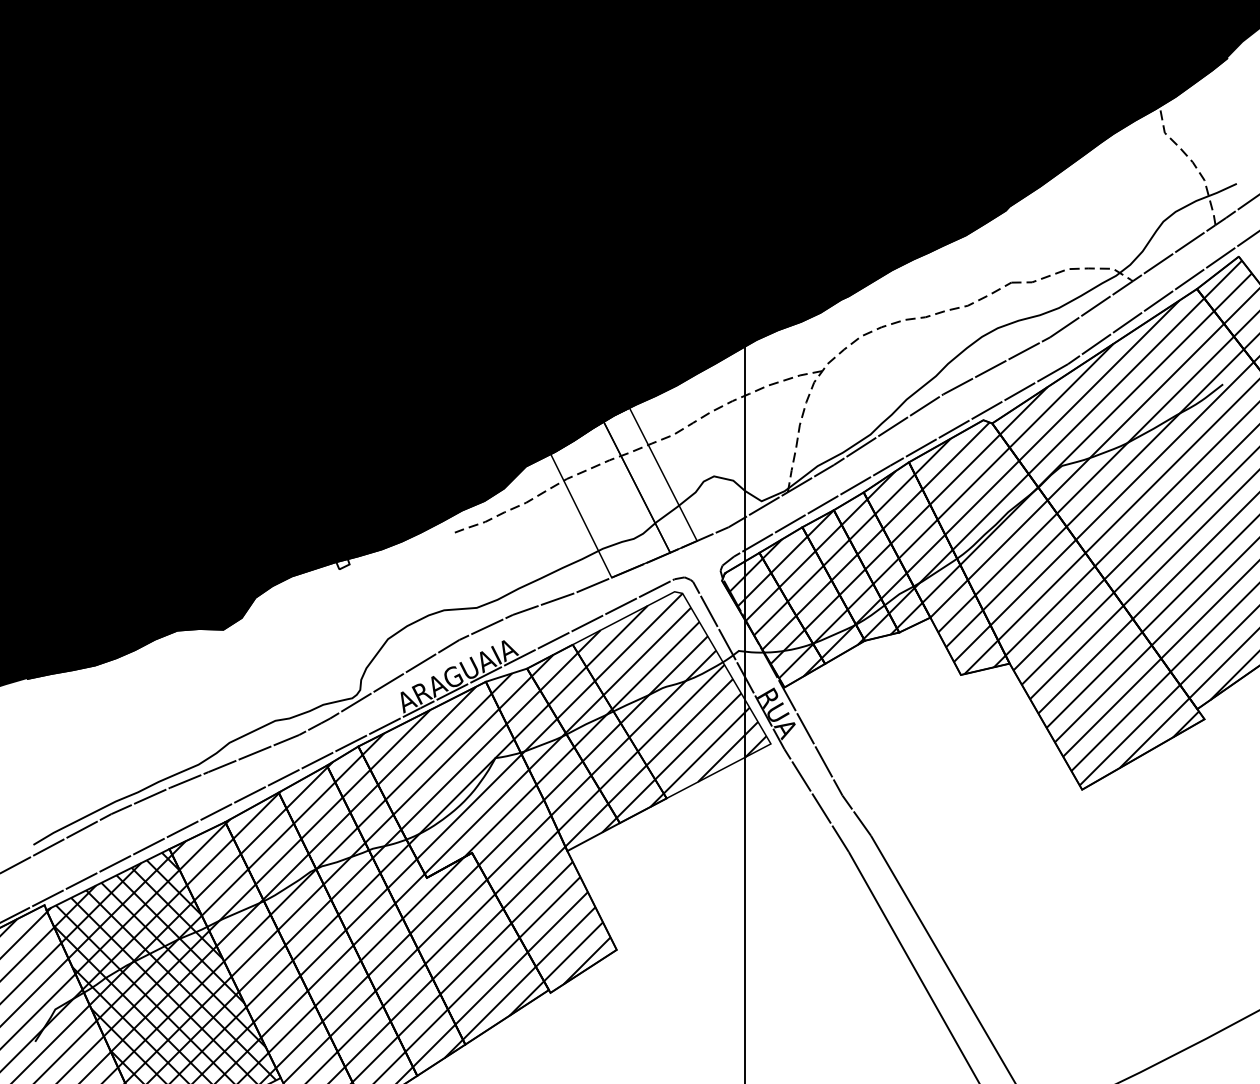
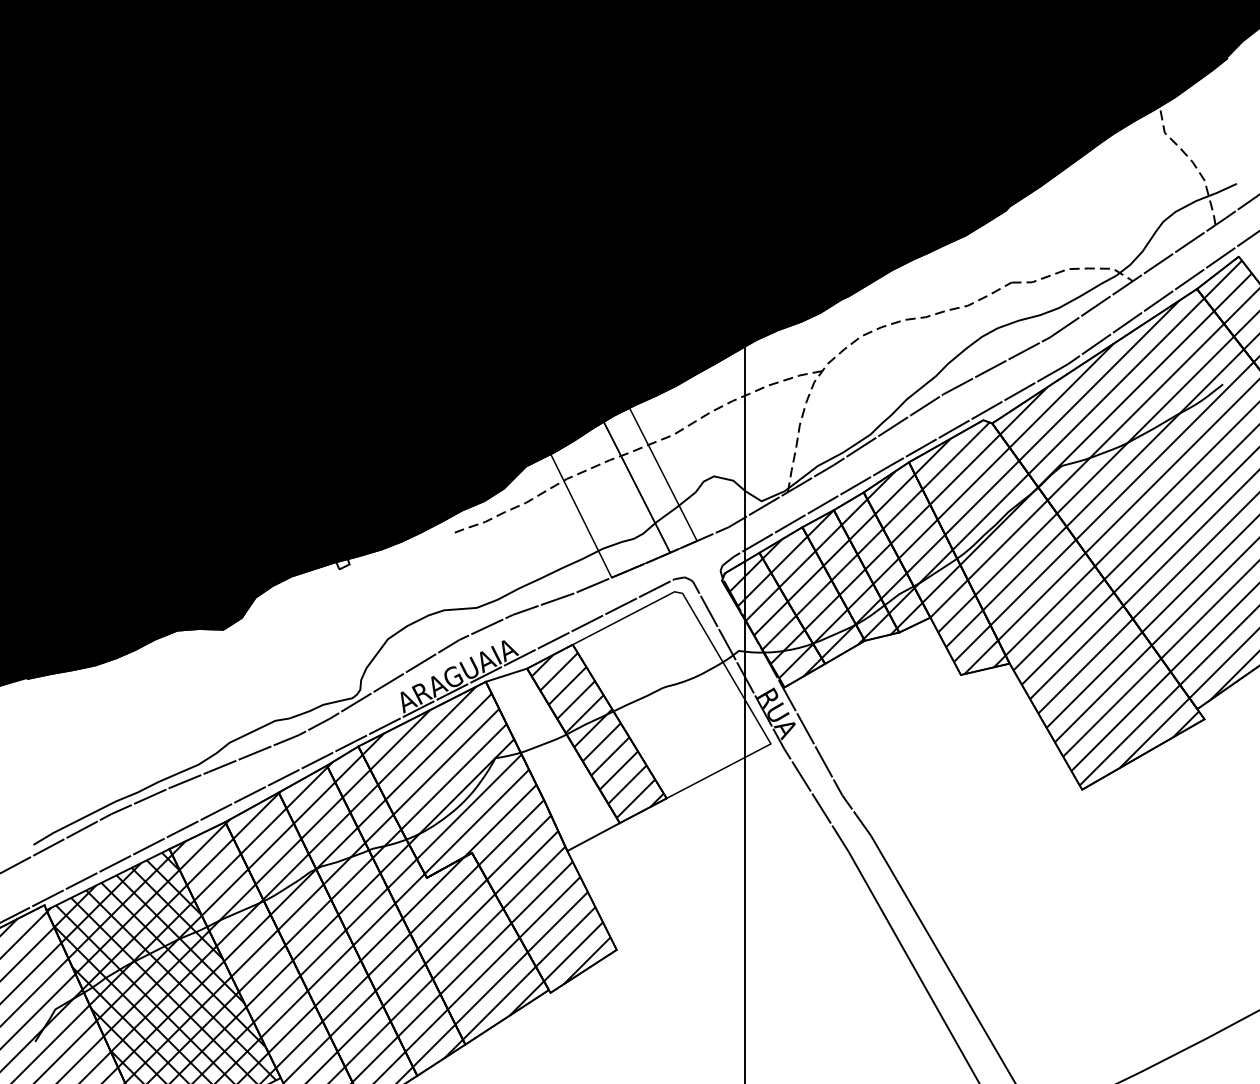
hatch at (671, 693): present -> none
hatch at (553, 759): present -> none
